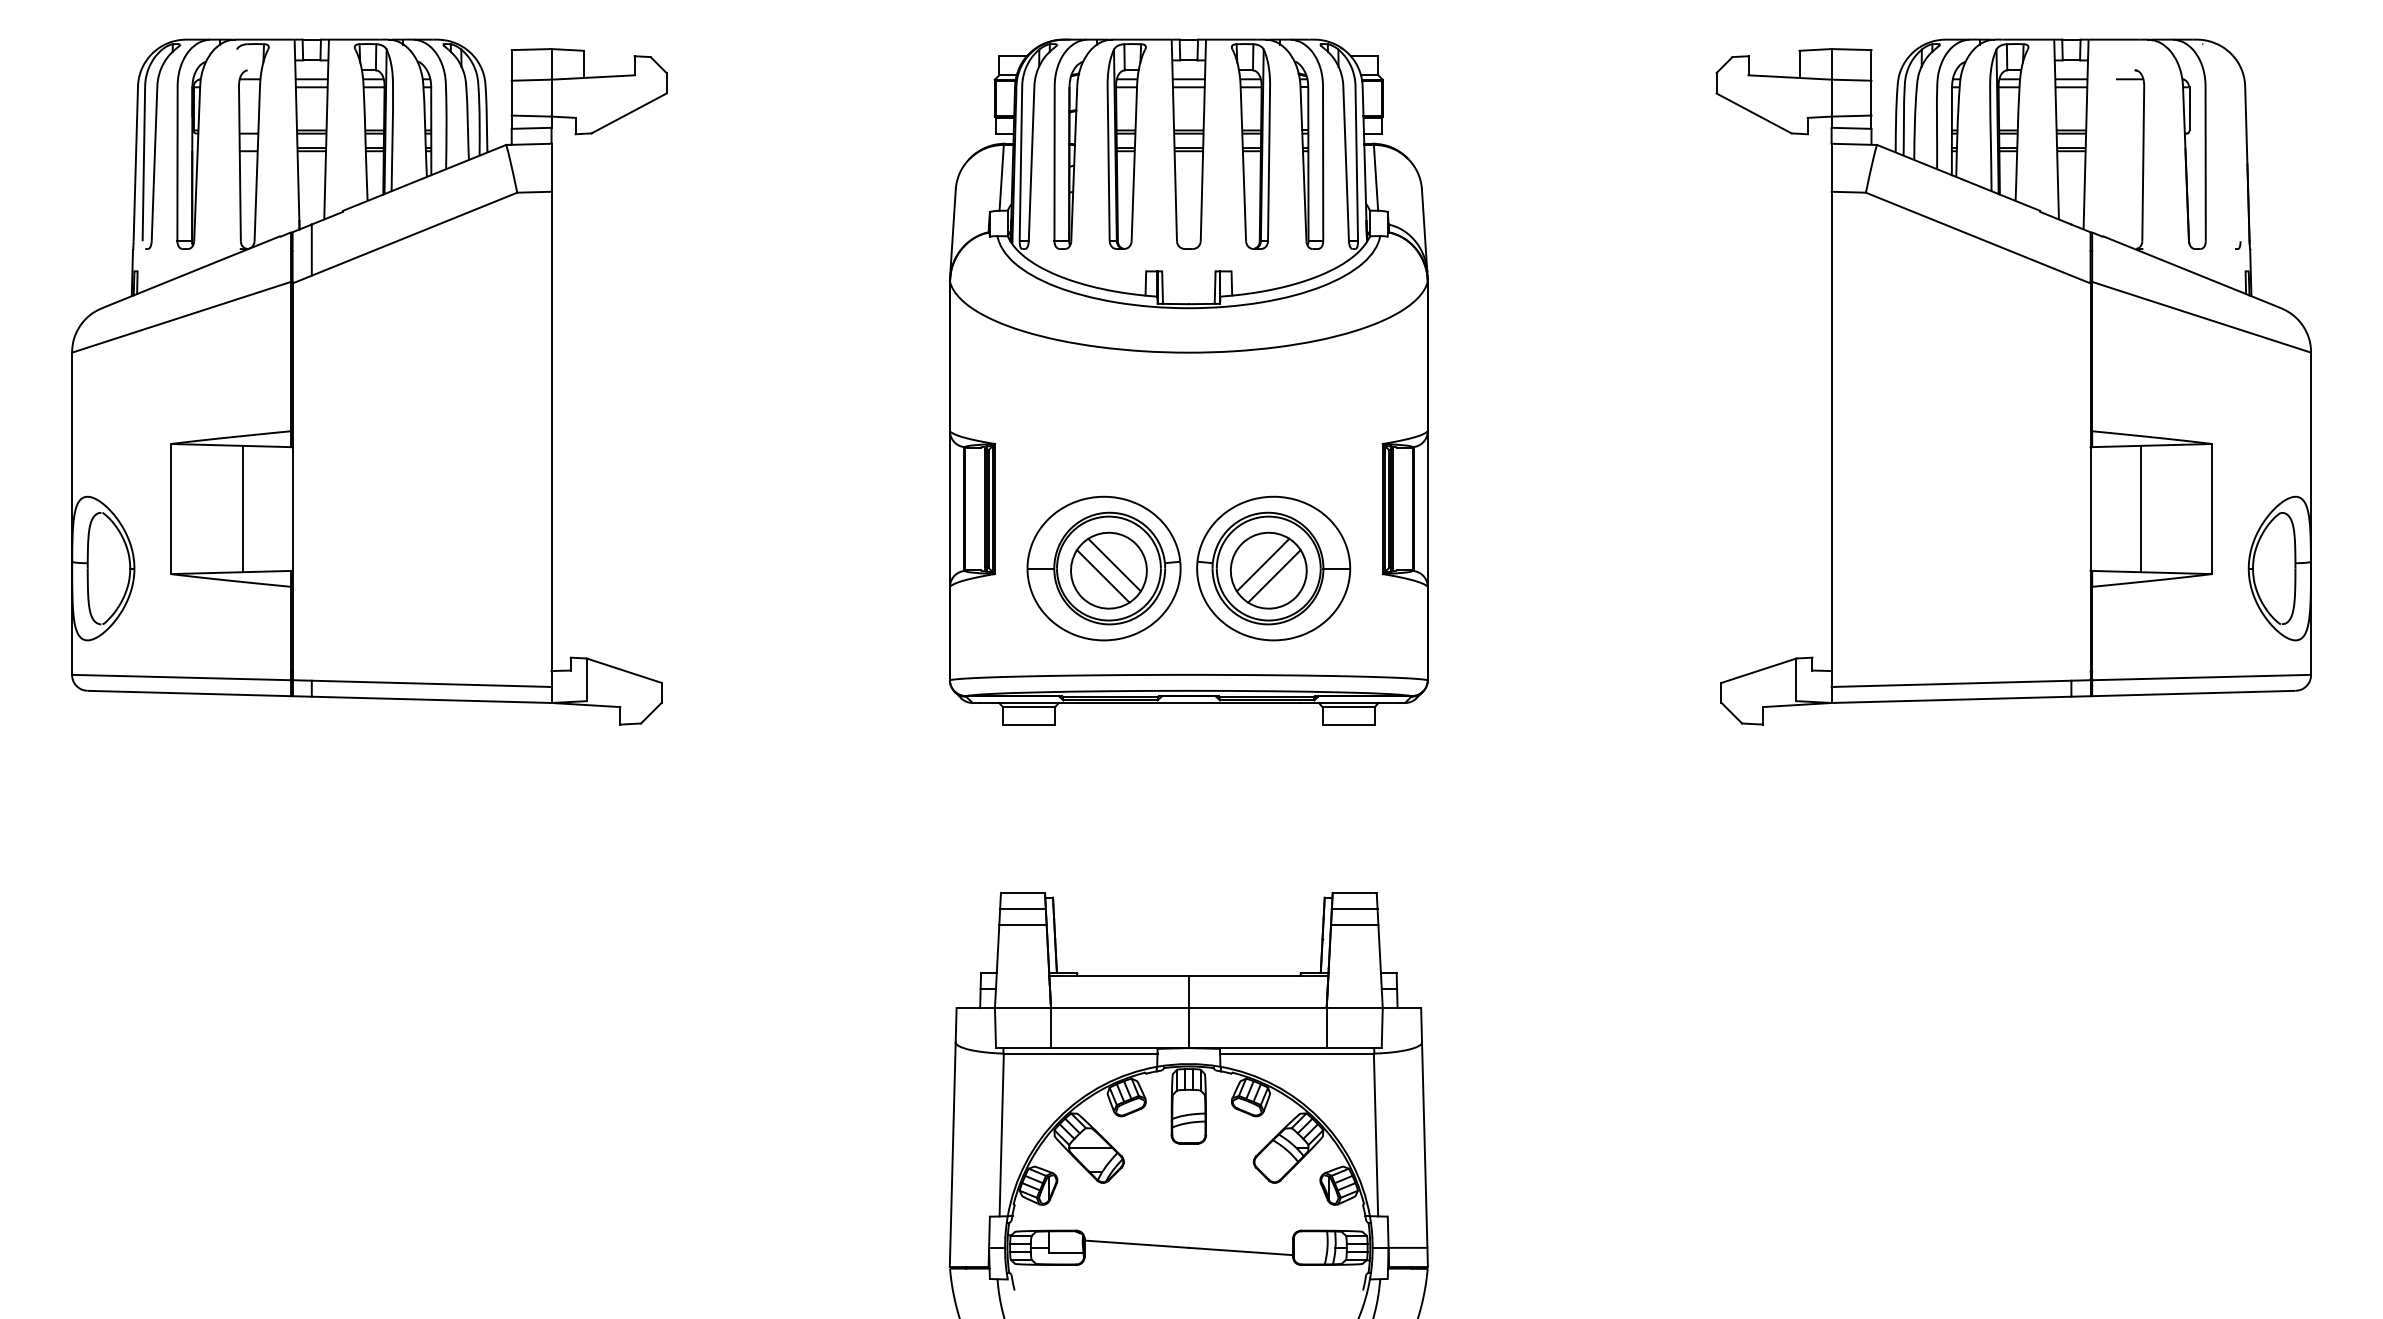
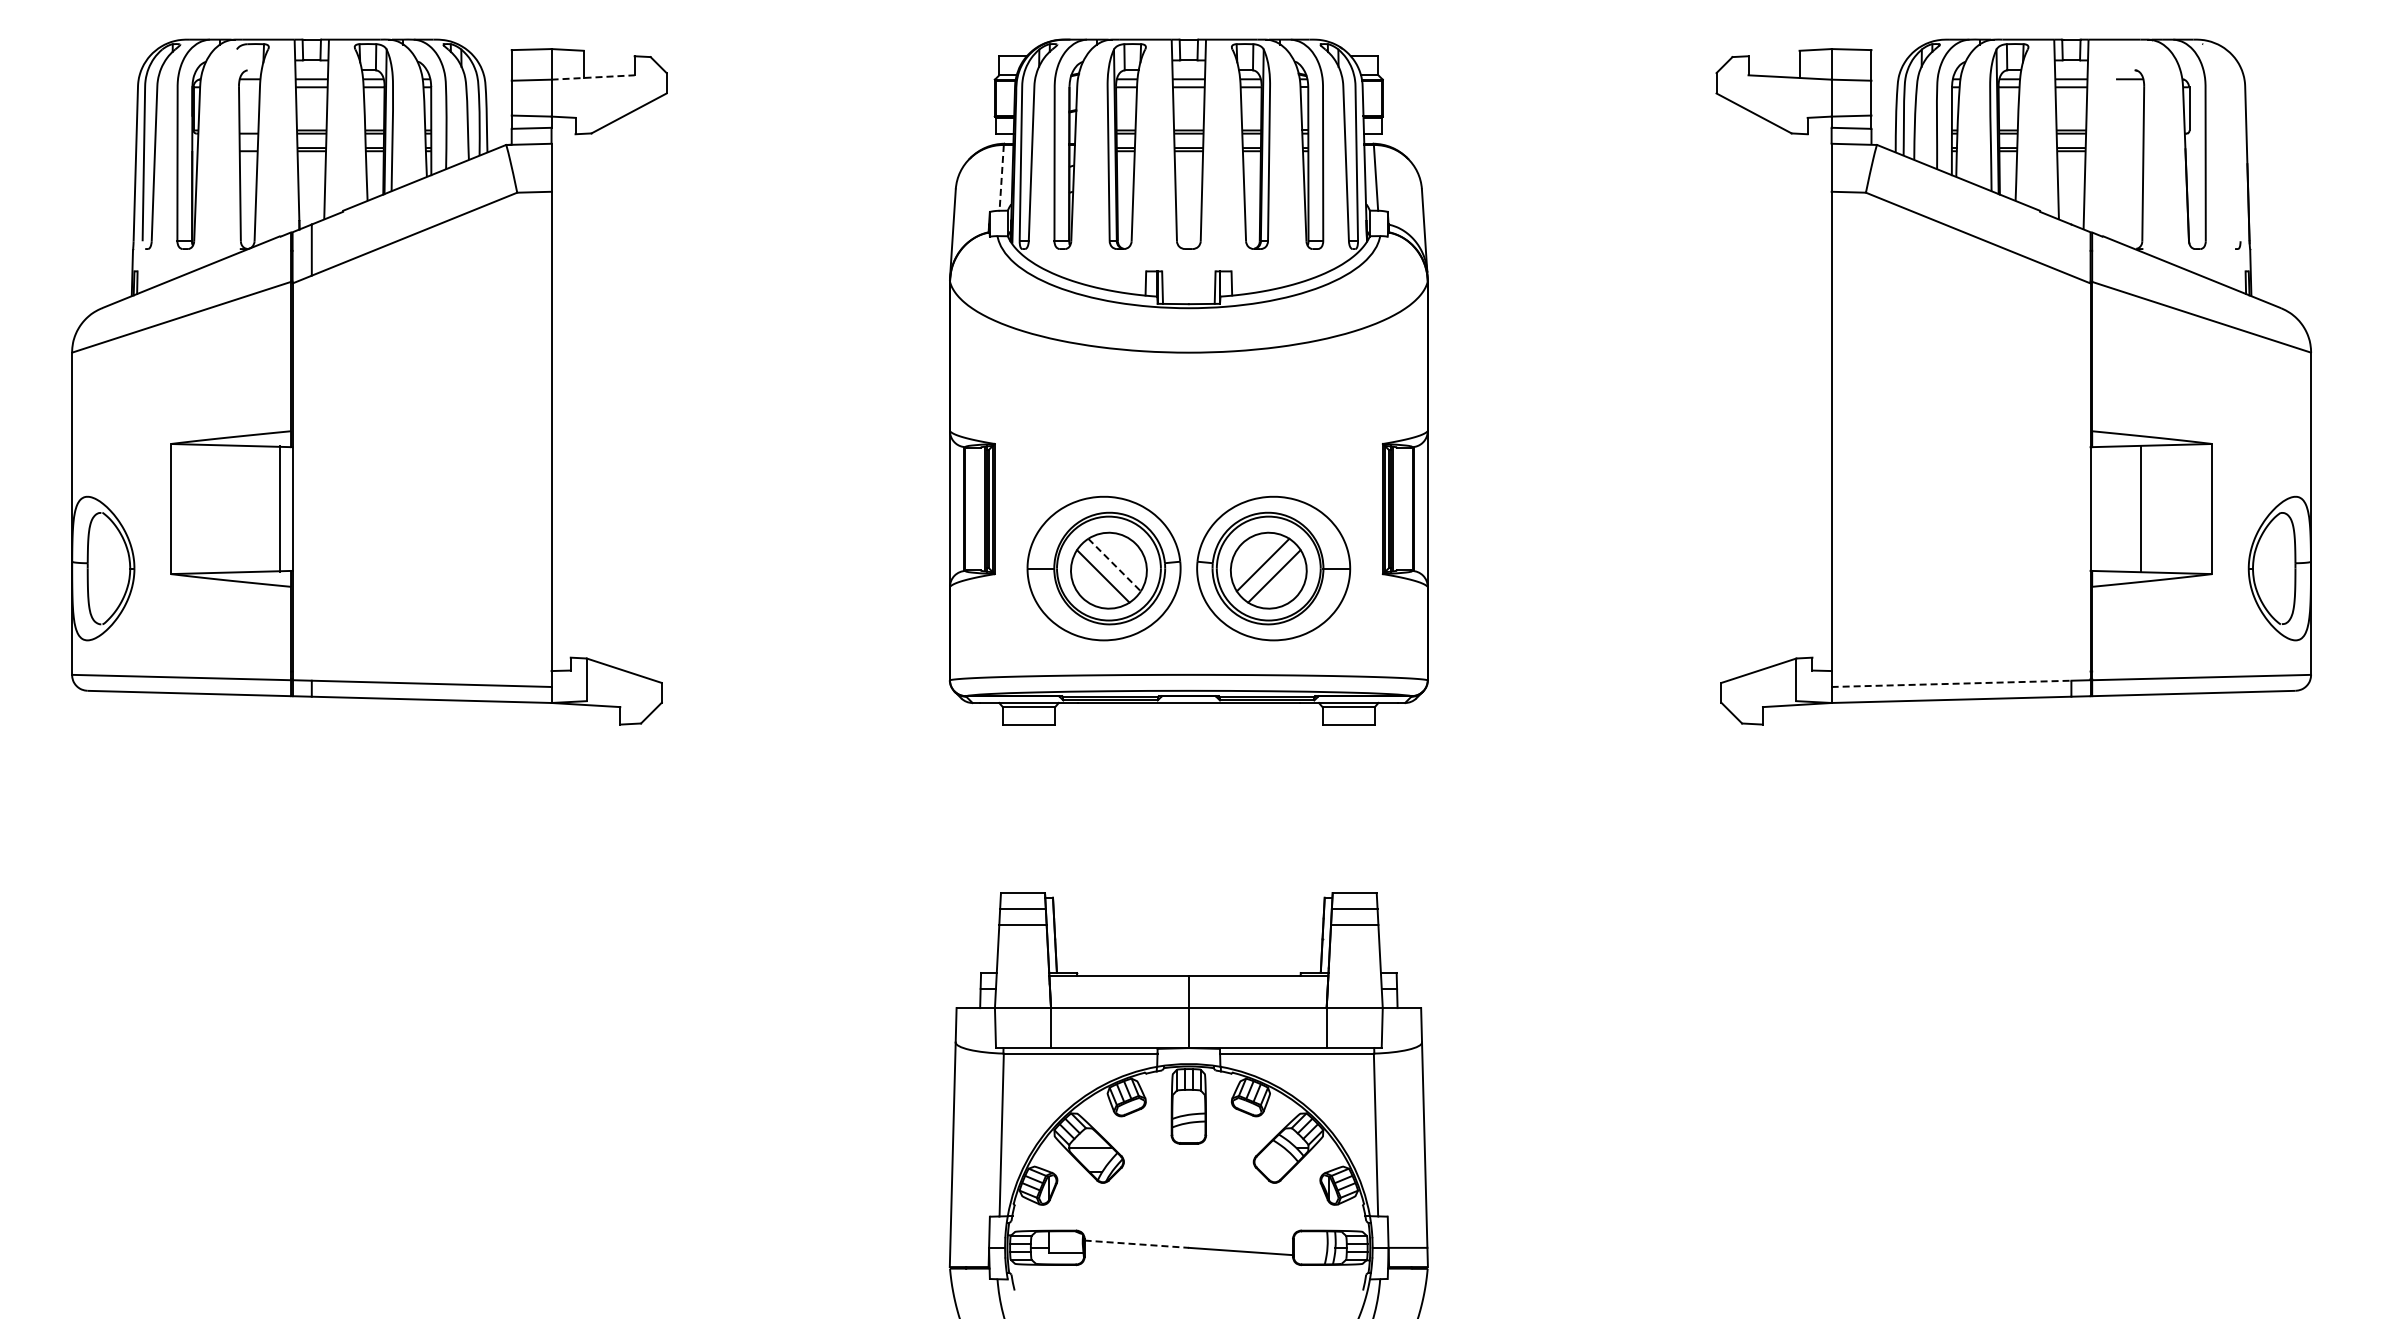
line at (593, 77): solid -> dashed
line at (1001, 177): solid -> dashed
line at (242, 508) position: (242, 508) -> (279, 508)
line at (1114, 565): solid -> dashed
line at (1951, 683): solid -> dashed
line at (1137, 1244): solid -> dashed
